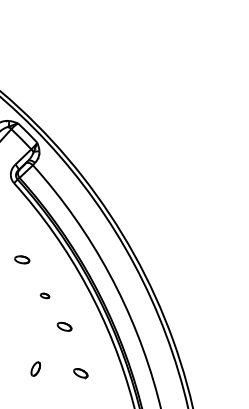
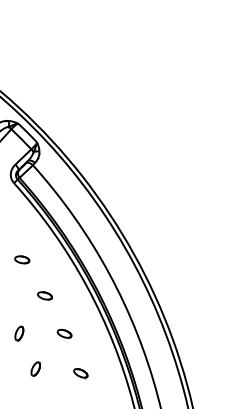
part at (44, 295) size: 12x8 px -> 16x10 px
part at (64, 326) position: (64, 326) -> (64, 333)
part at (19, 333): none -> present
